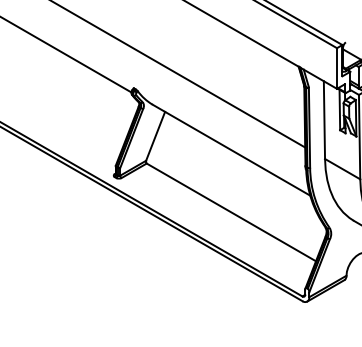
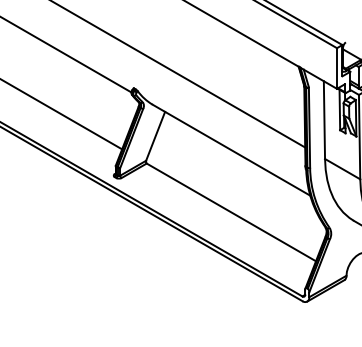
line at (62, 114): none -> present
